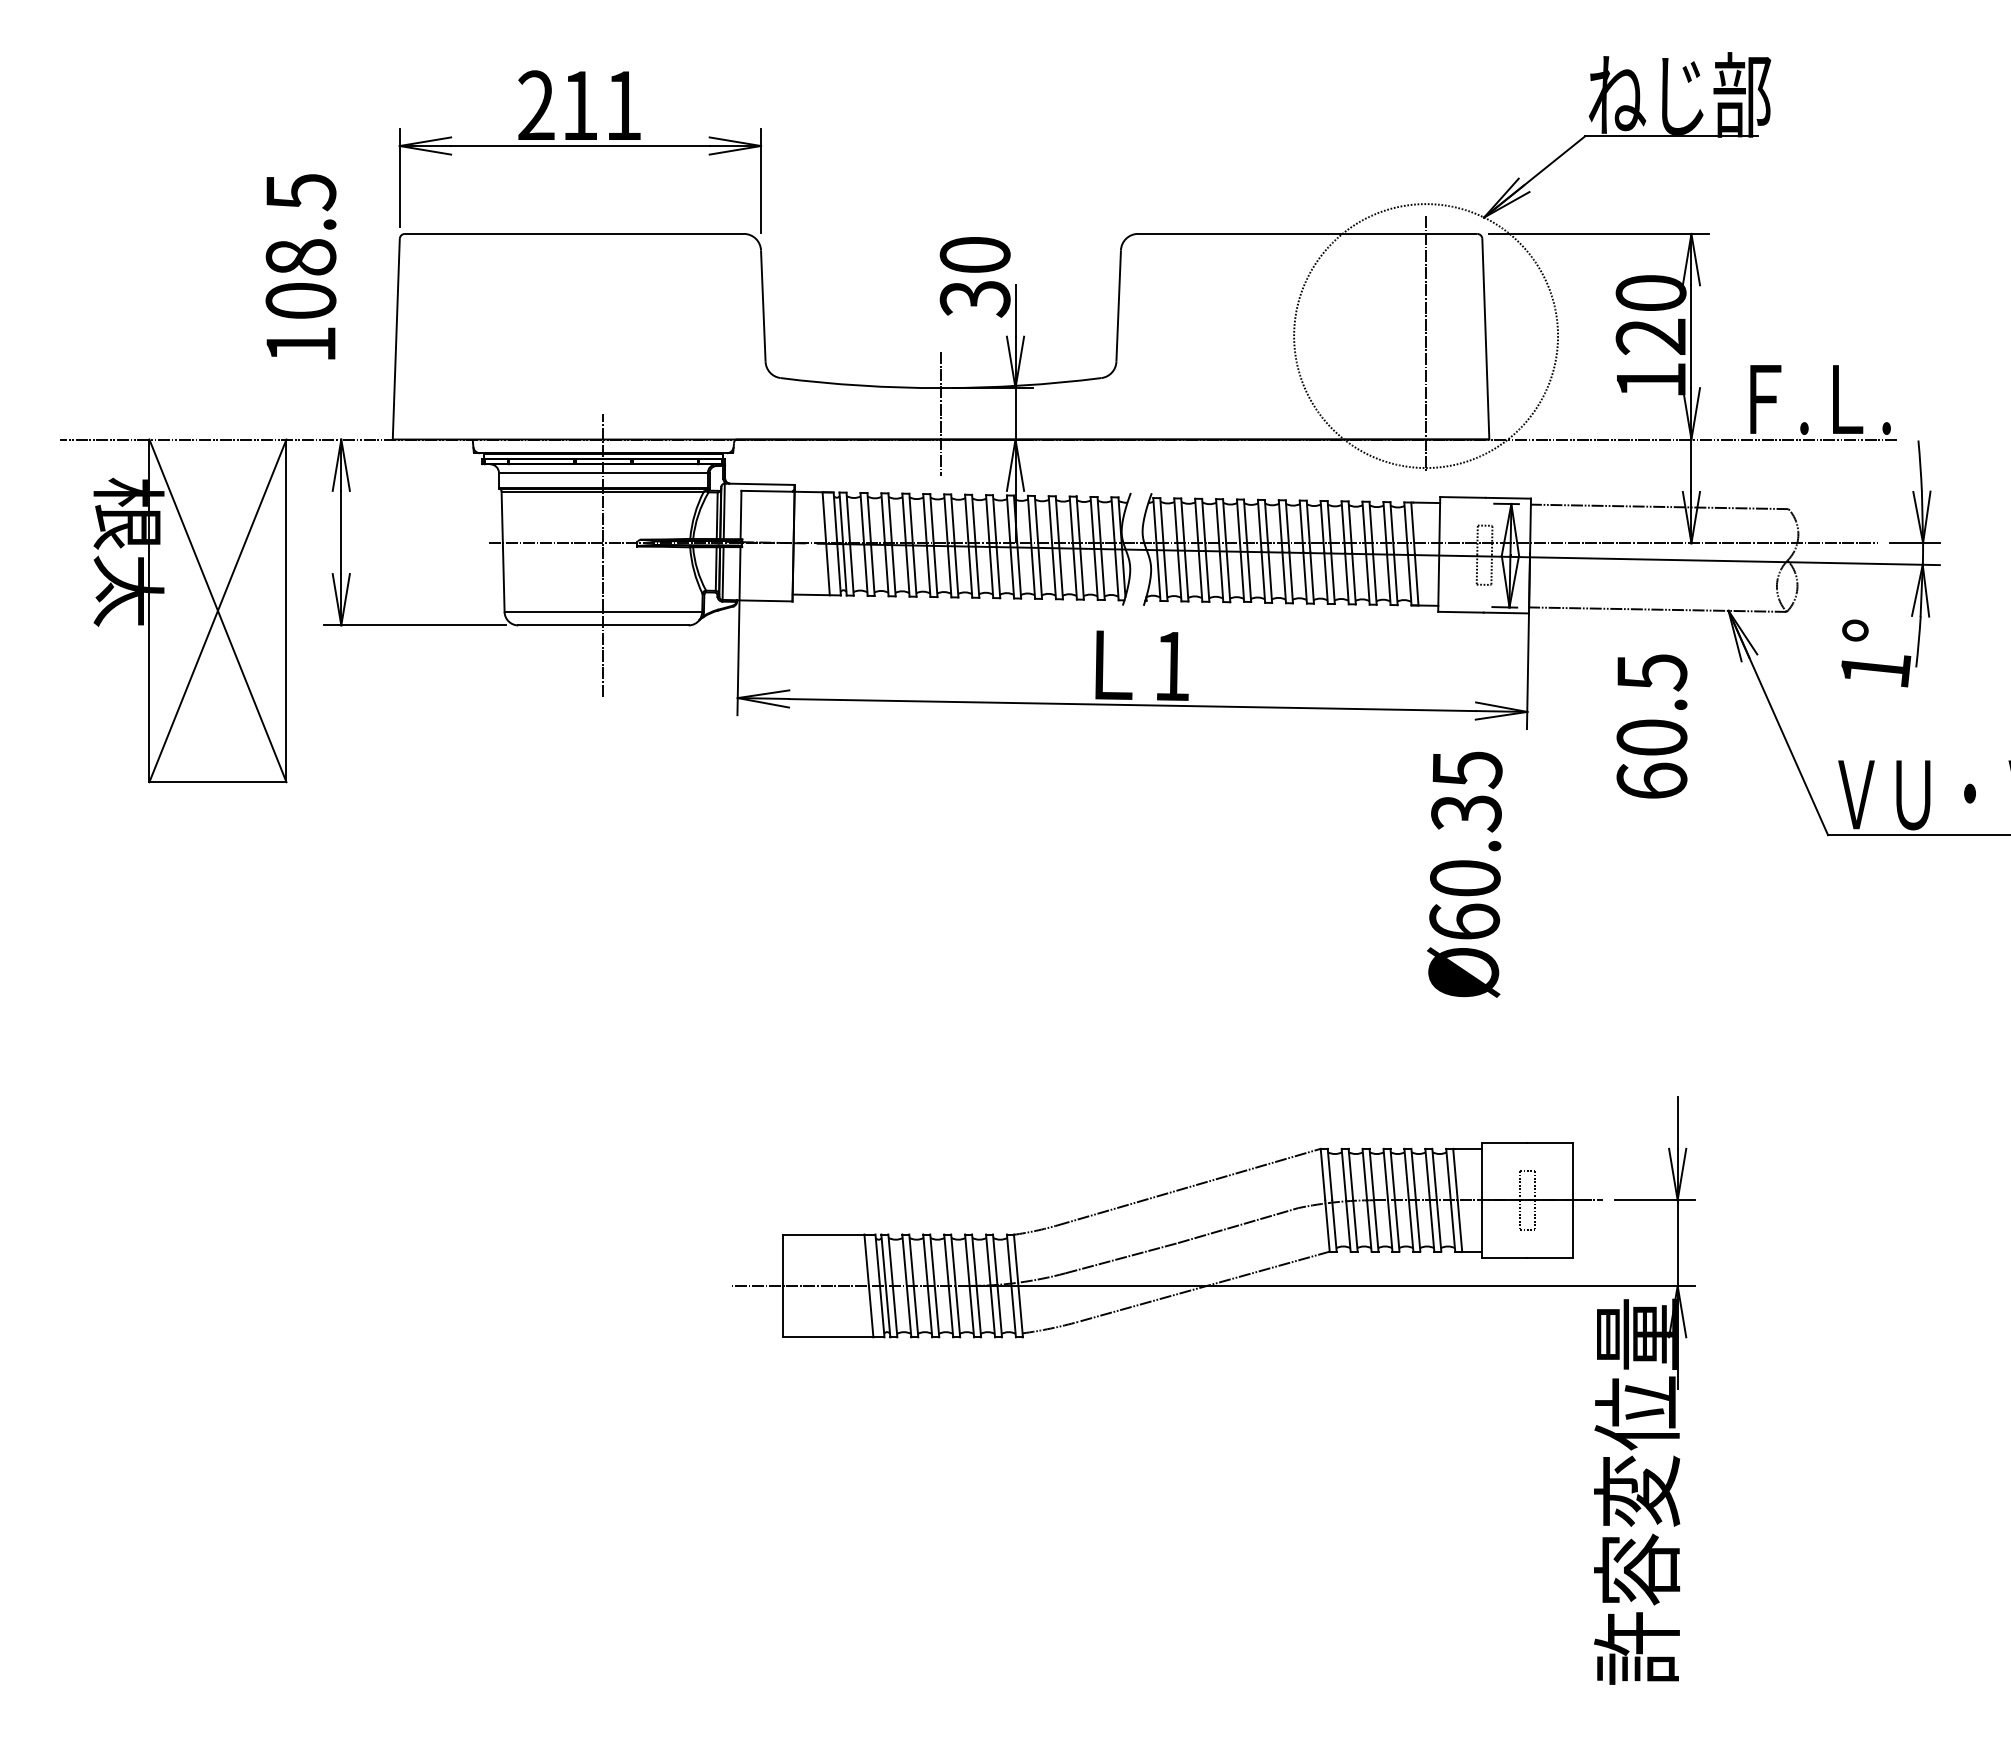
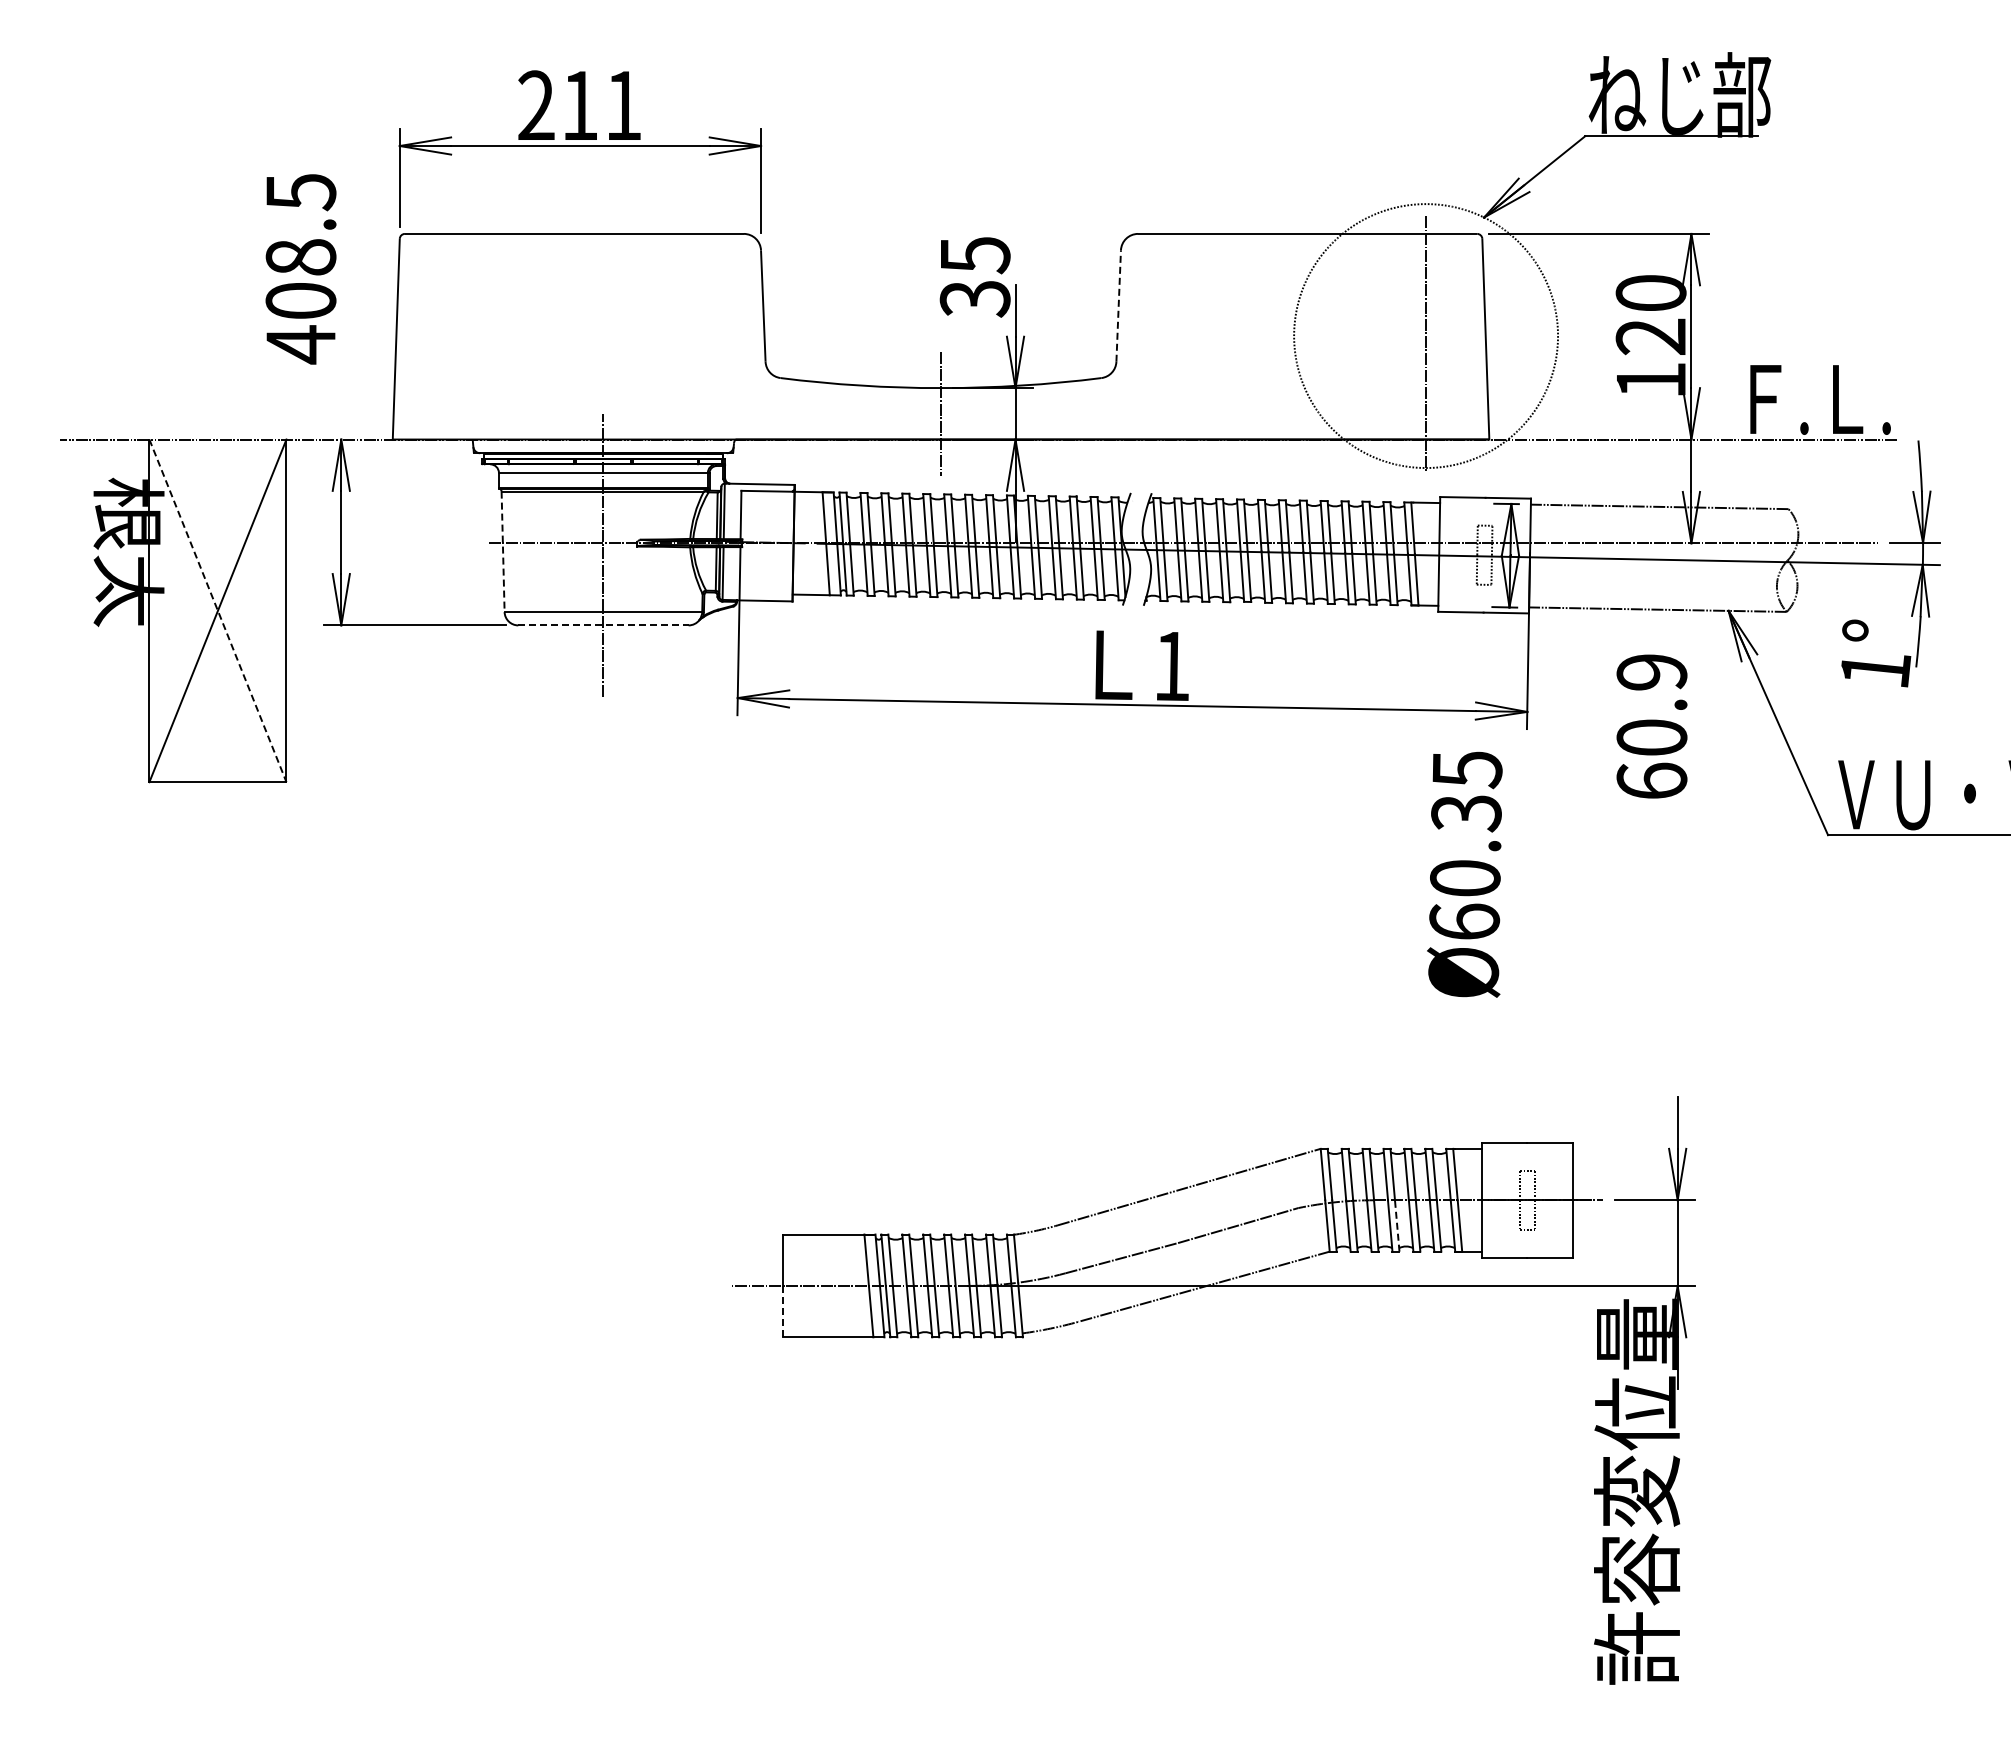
text at (974, 255): 30 -> 35
line at (1118, 306): solid -> dashed
text at (300, 344): 108.5 -> 408.5
line at (503, 552): solid -> dashed
line at (217, 610): solid -> dashed
line at (603, 625): solid -> dashed
text at (1651, 672): 60.5 -> 60.9
line at (1397, 1225): solid -> dashed
line at (783, 1311): solid -> dashed
